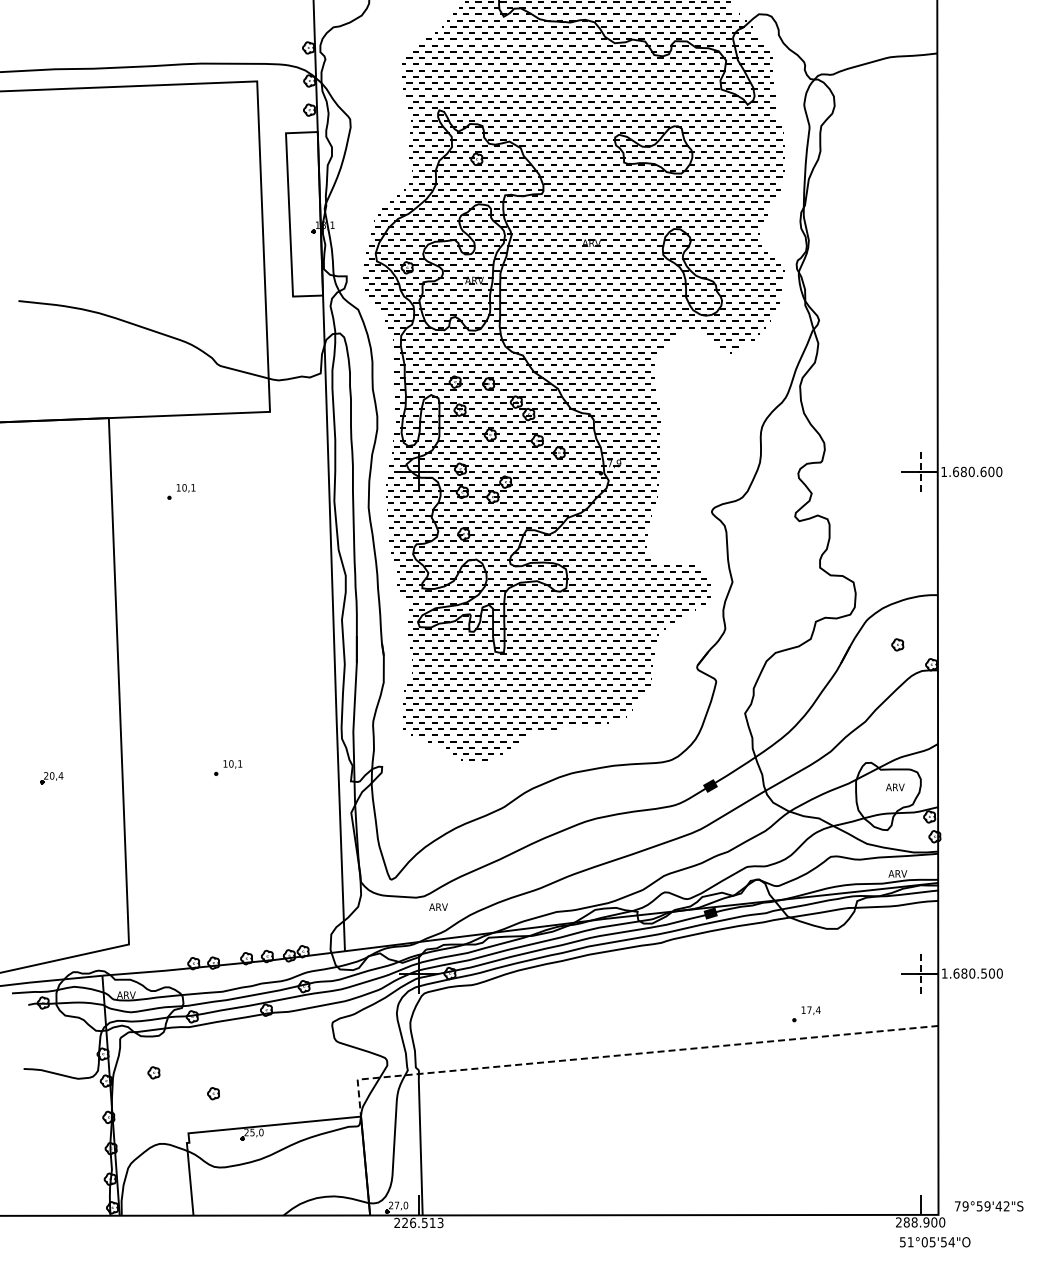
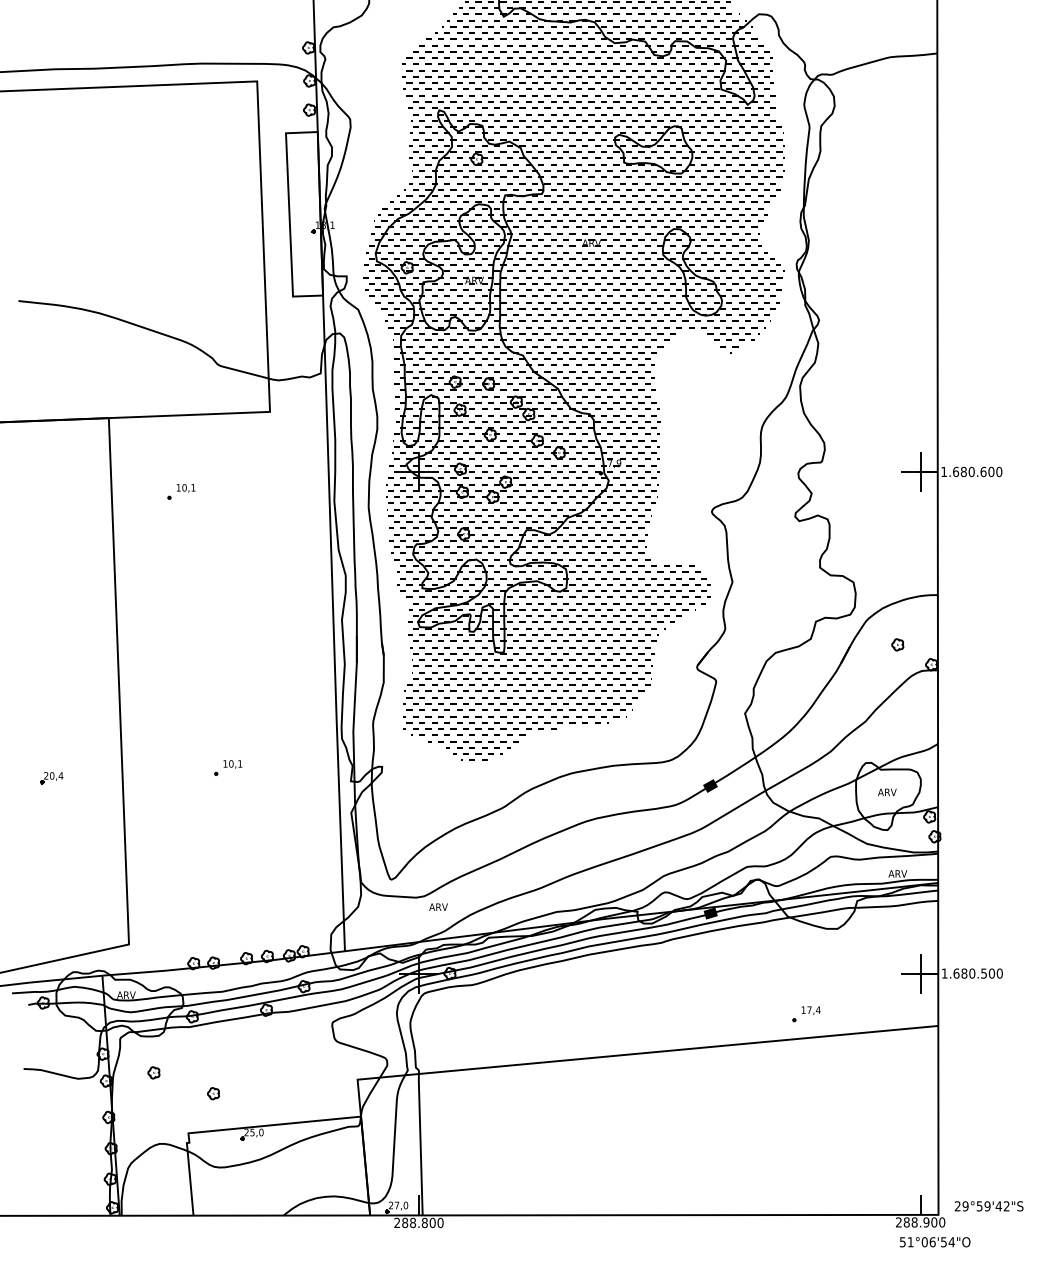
line at (920, 472): dashed -> solid
text at (895, 787) position: (895, 787) -> (887, 792)
line at (920, 974): dashed -> solid
line at (627, 1054): dashed -> solid
text at (957, 1206): 79°59'42"S -> 29°59'42"S
text at (422, 1222): 226.513 -> 288.800
text at (932, 1242): 51°05'54"O -> 51°06'54"O
